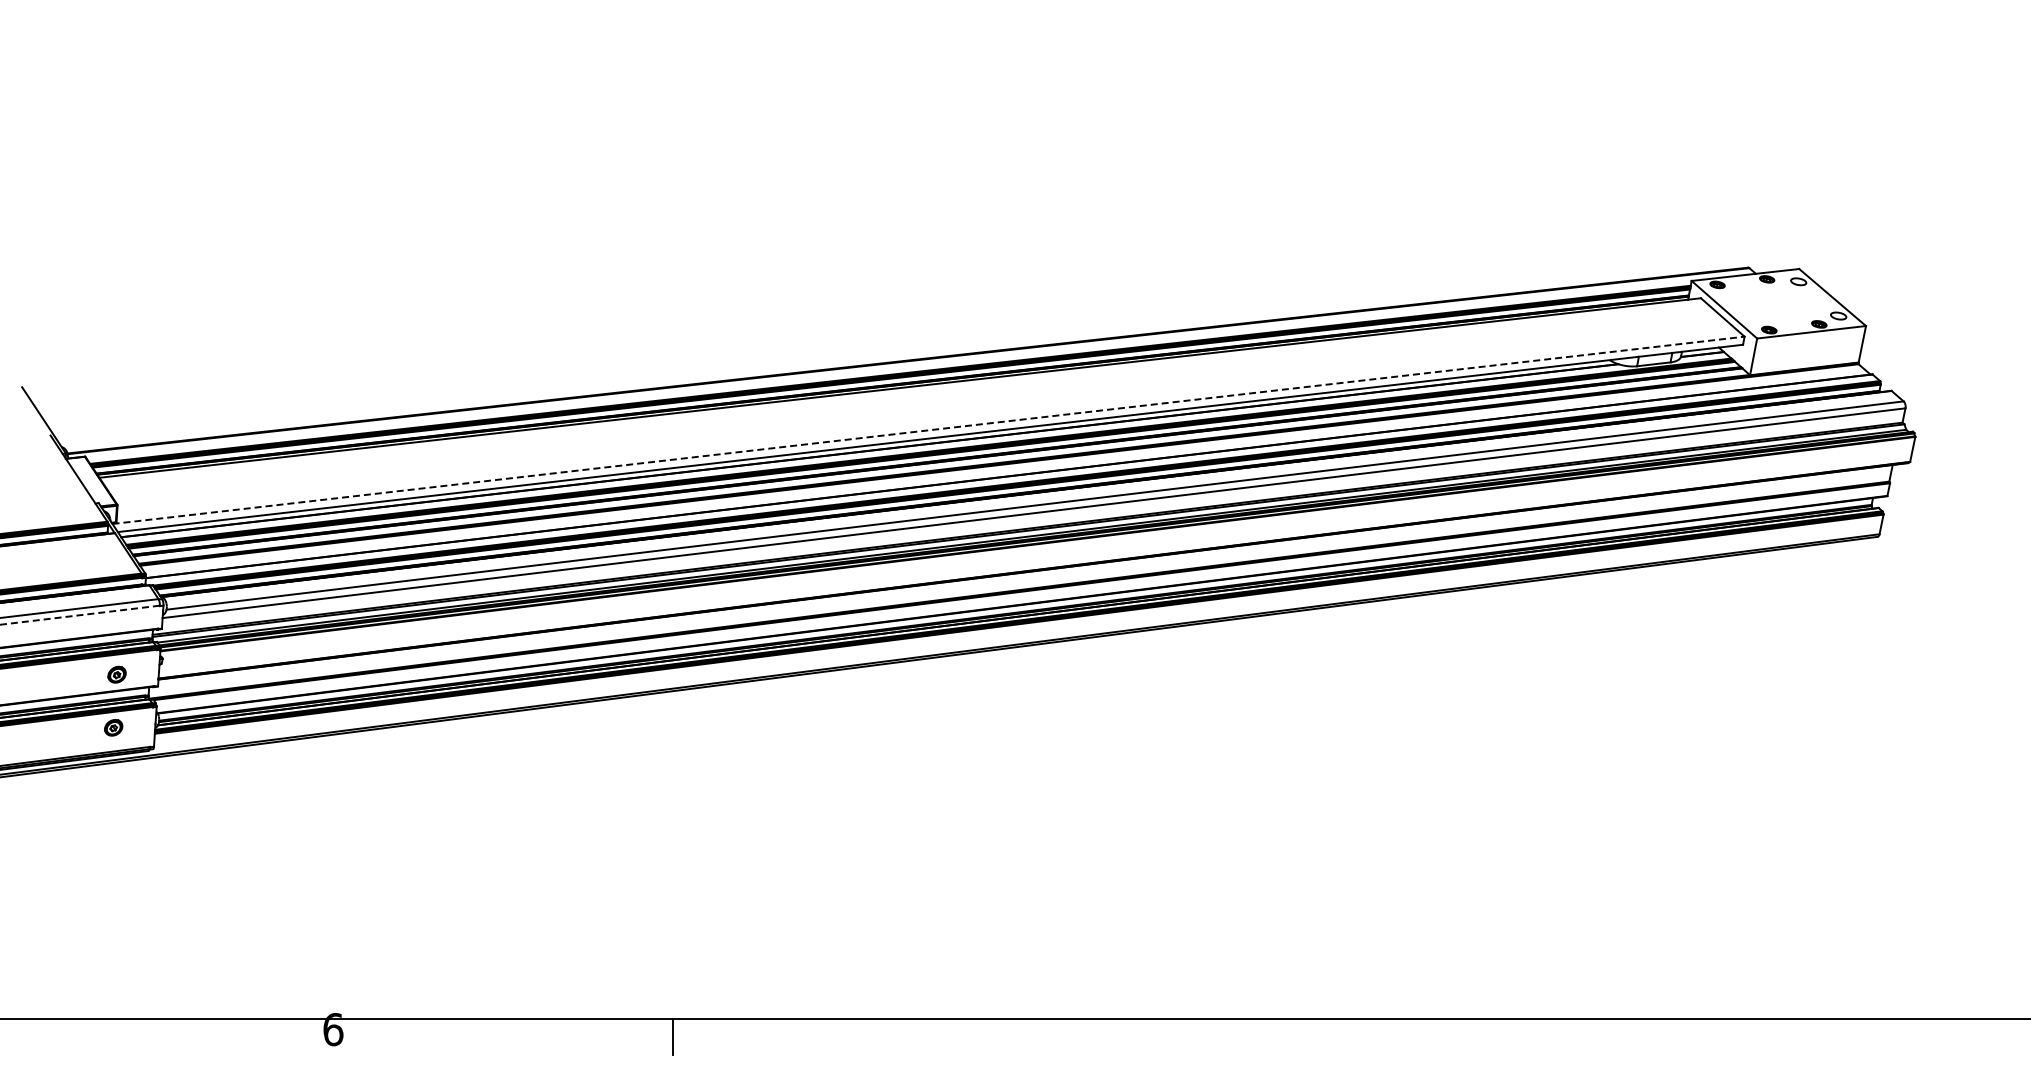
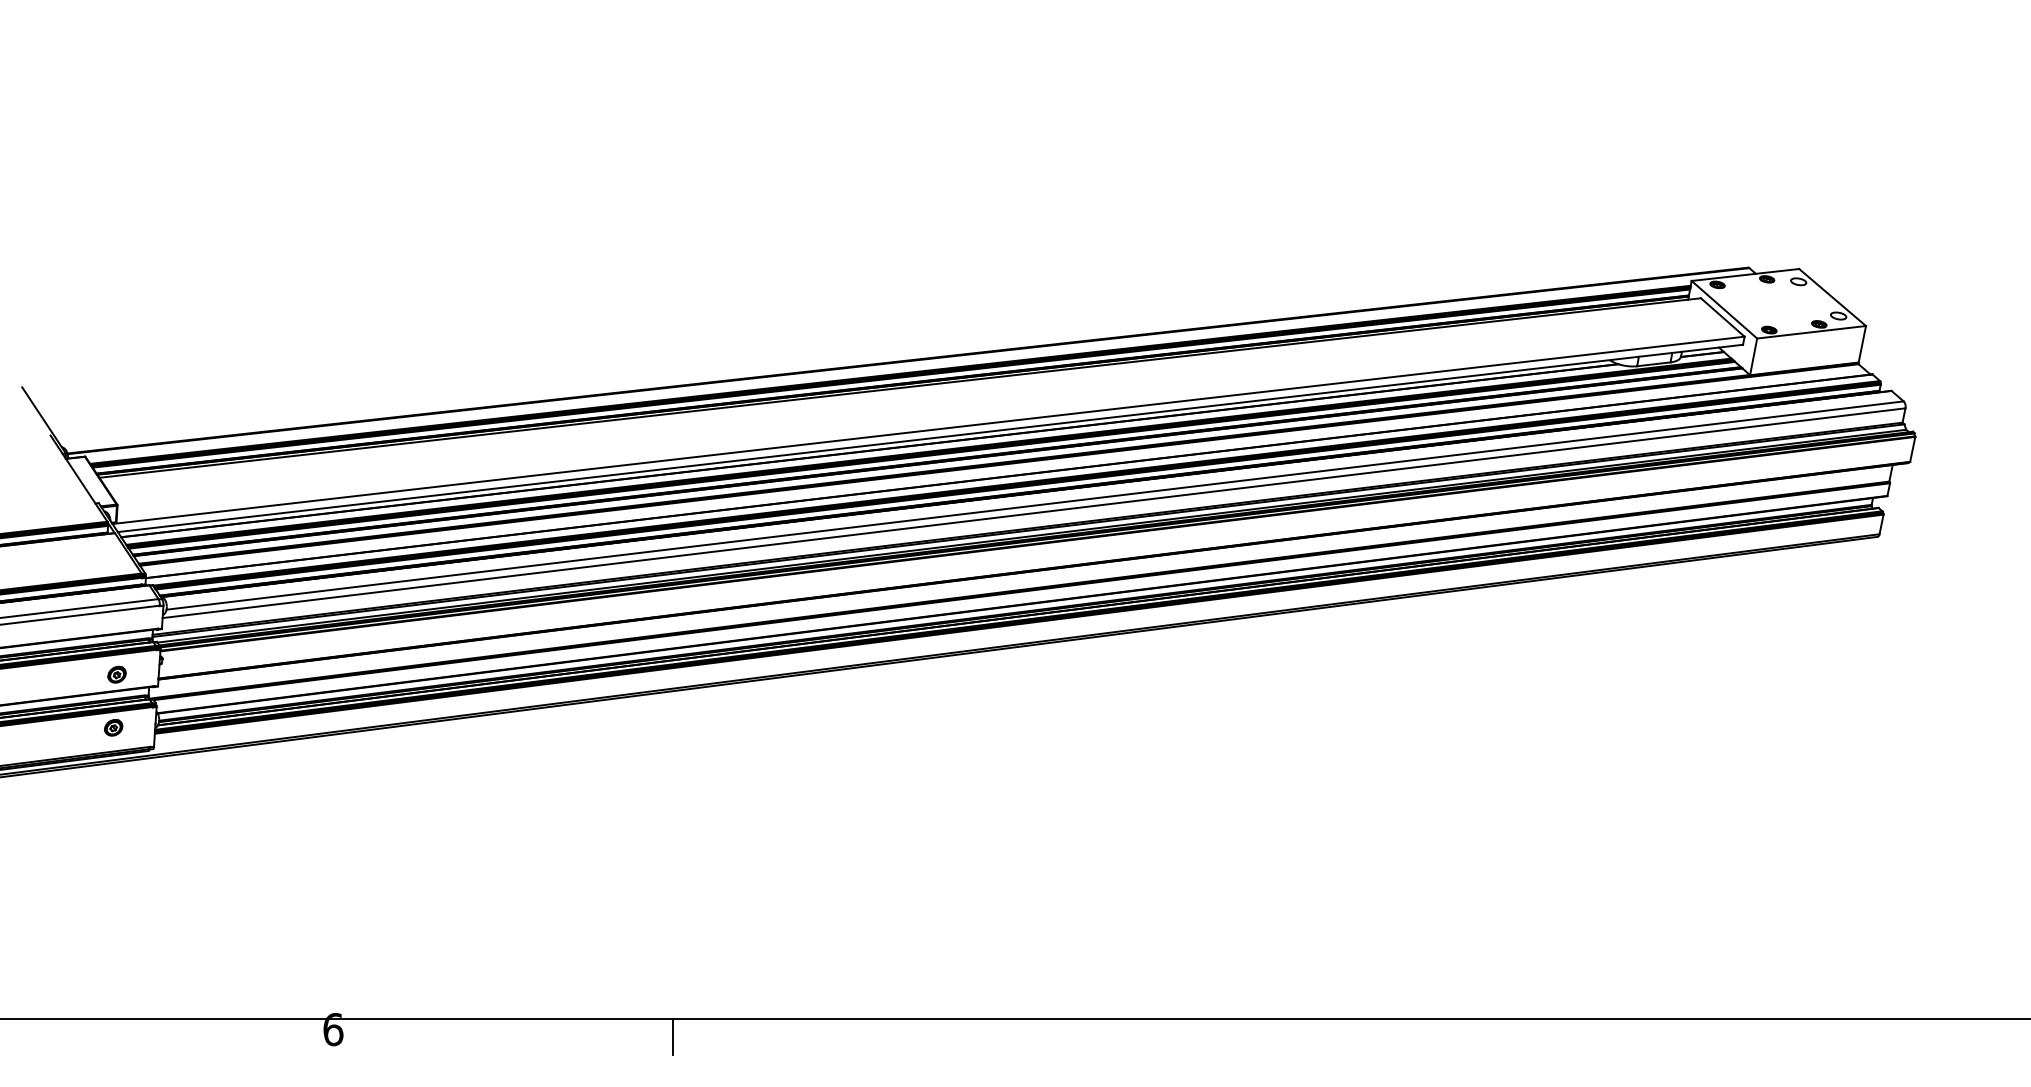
line at (929, 430): dashed -> solid
line at (79, 615): dashed -> solid
